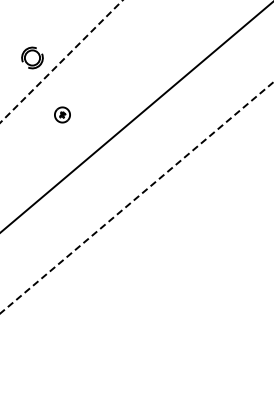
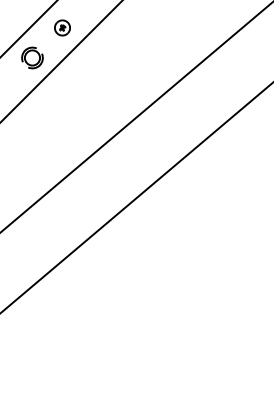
line at (28, 28): none -> present
line at (61, 61): dashed -> solid
part at (62, 114) position: (62, 114) -> (62, 27)
line at (137, 197): dashed -> solid
